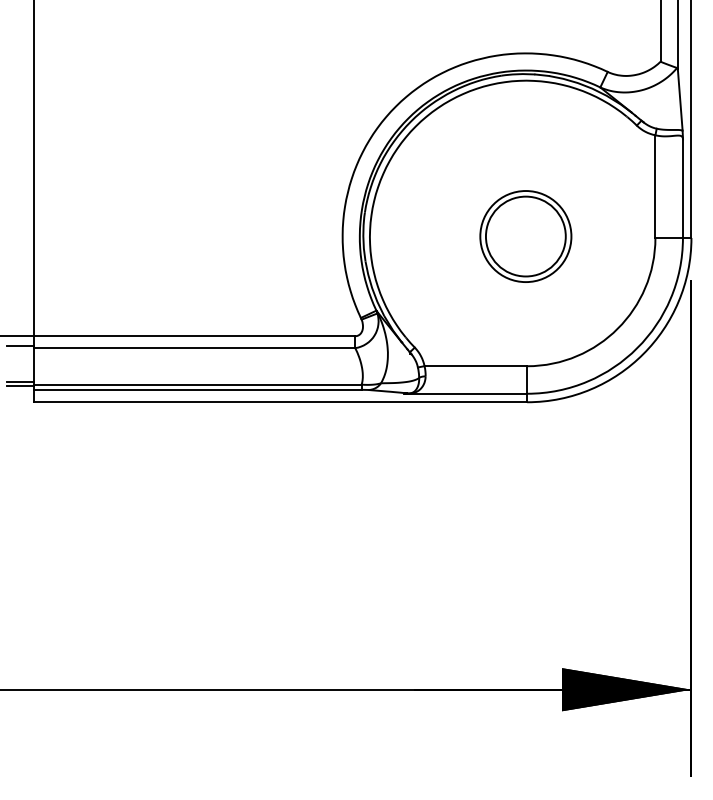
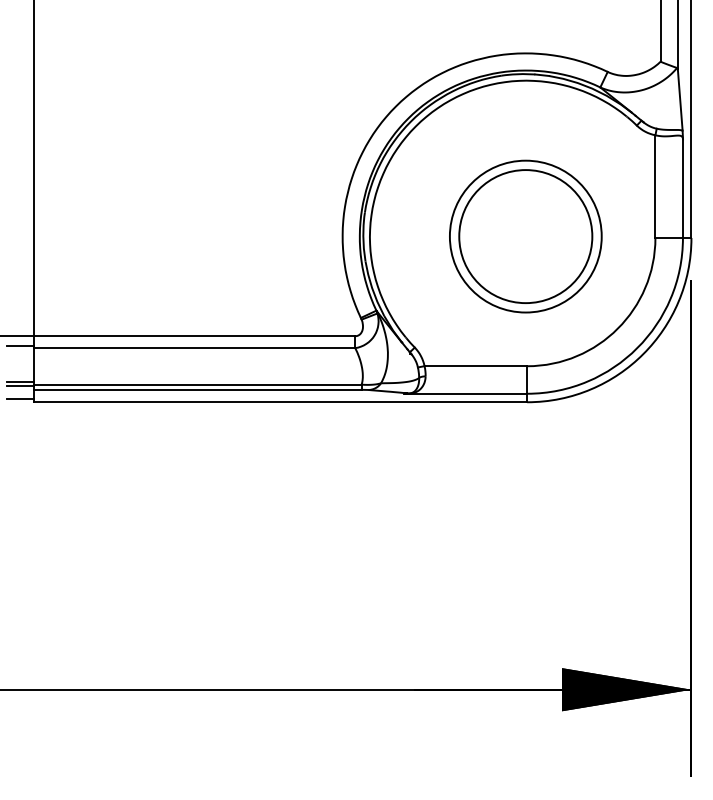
part at (525, 236) size: 94x93 px -> 154x155 px
line at (20, 398): none -> present
